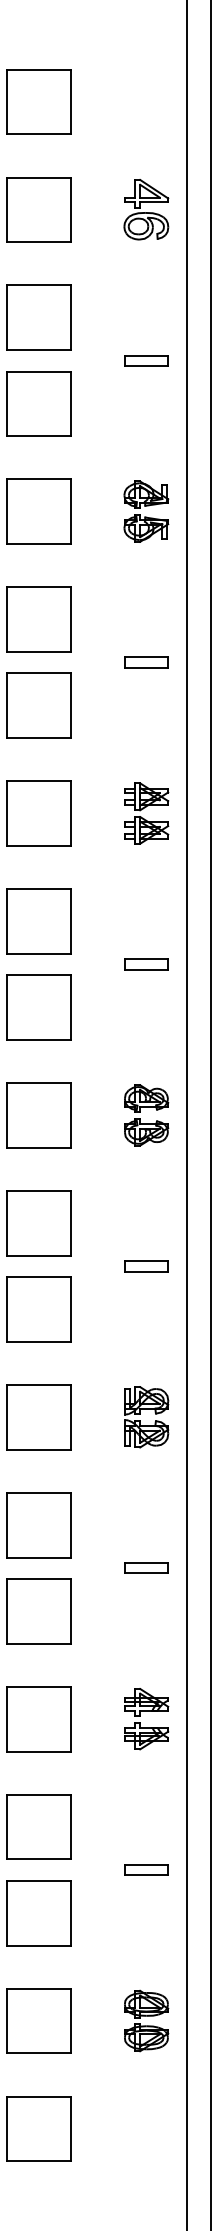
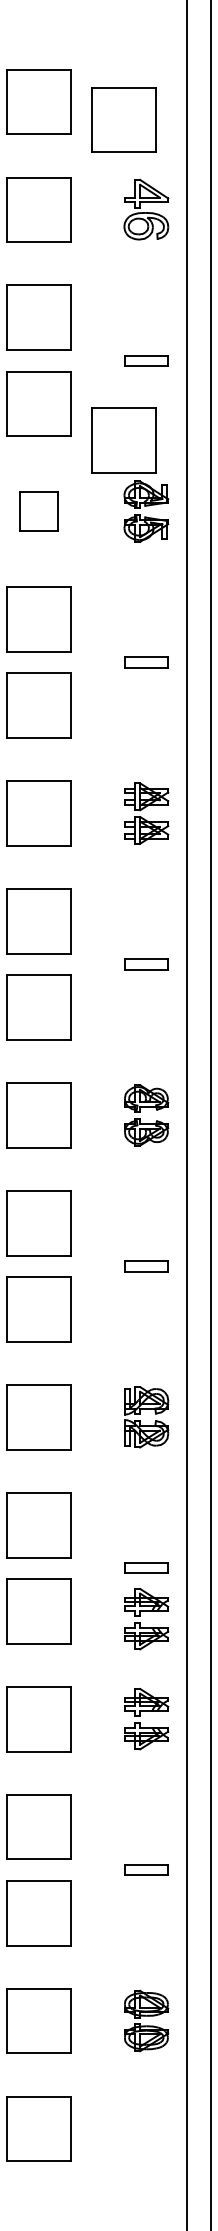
part at (123, 119): none -> present
part at (123, 440): none -> present
part at (38, 511) size: 66x67 px -> 40x41 px
part at (140, 1616): none -> present
